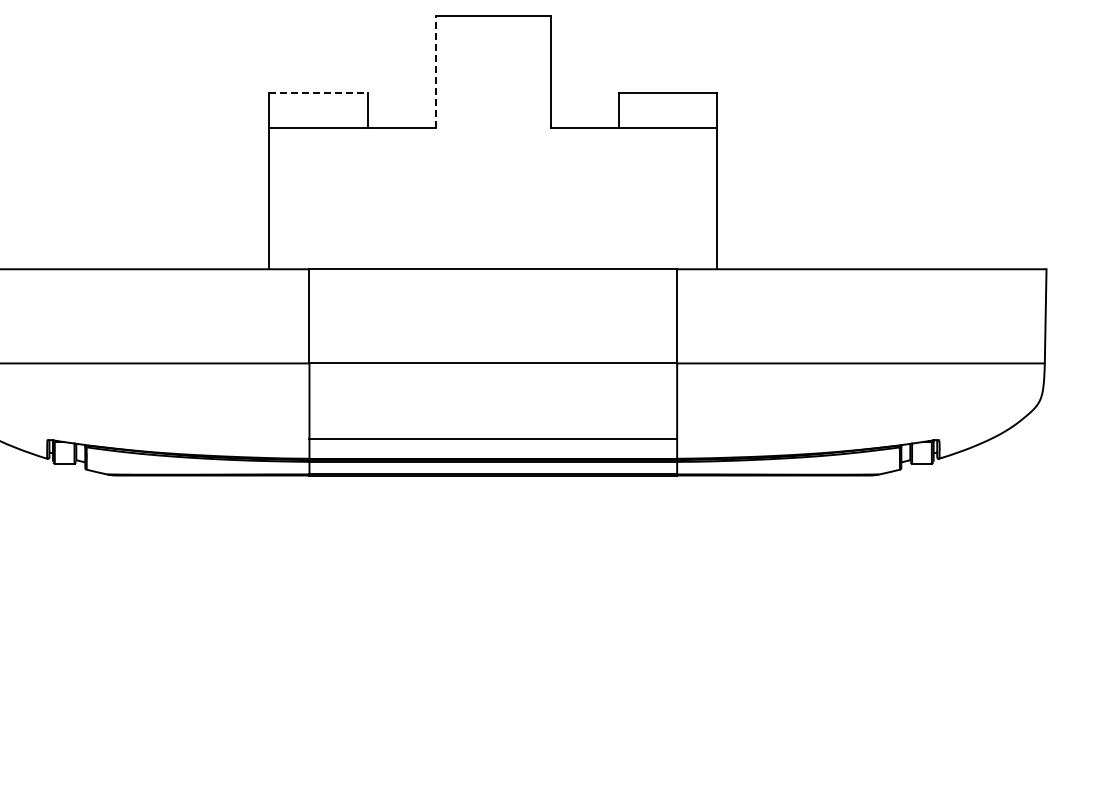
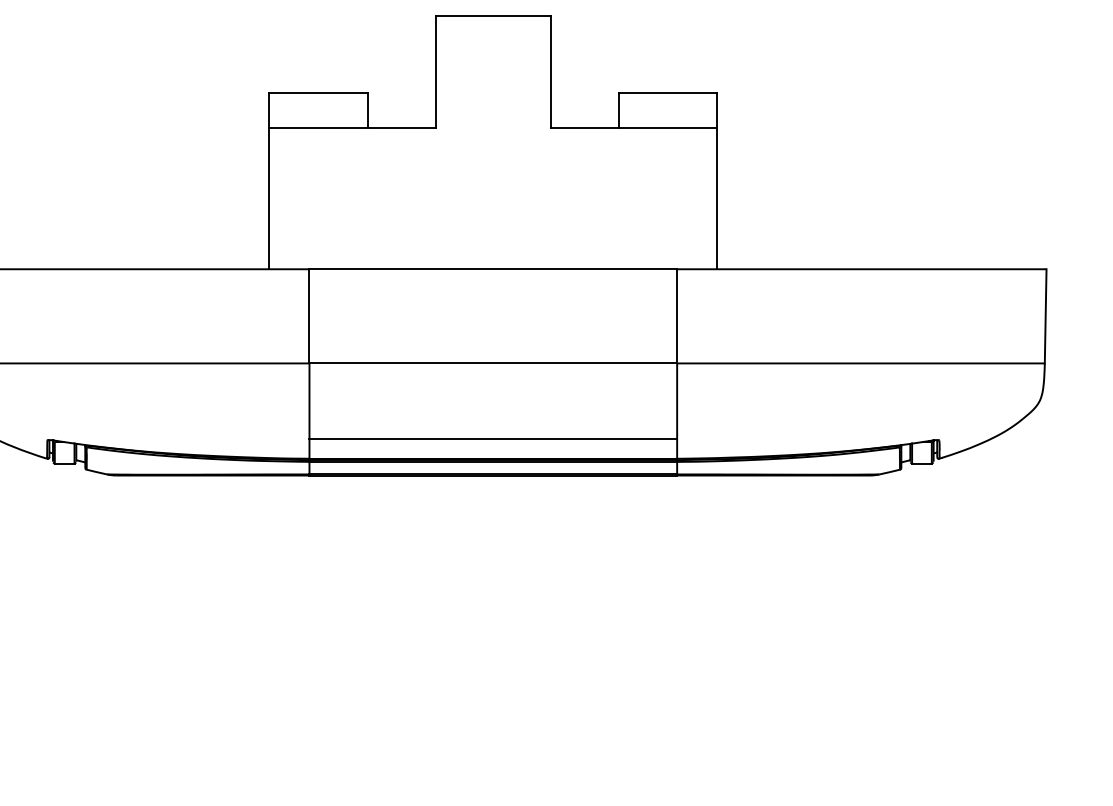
line at (436, 71): dashed -> solid
line at (318, 92): dashed -> solid
